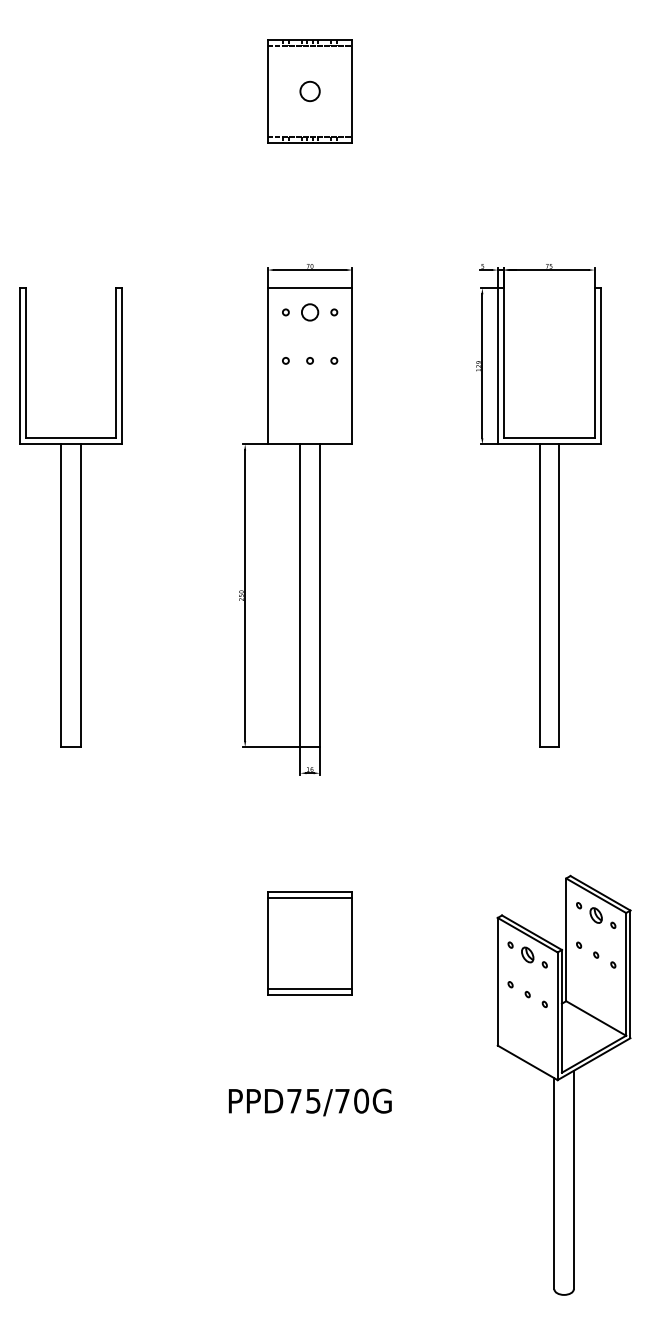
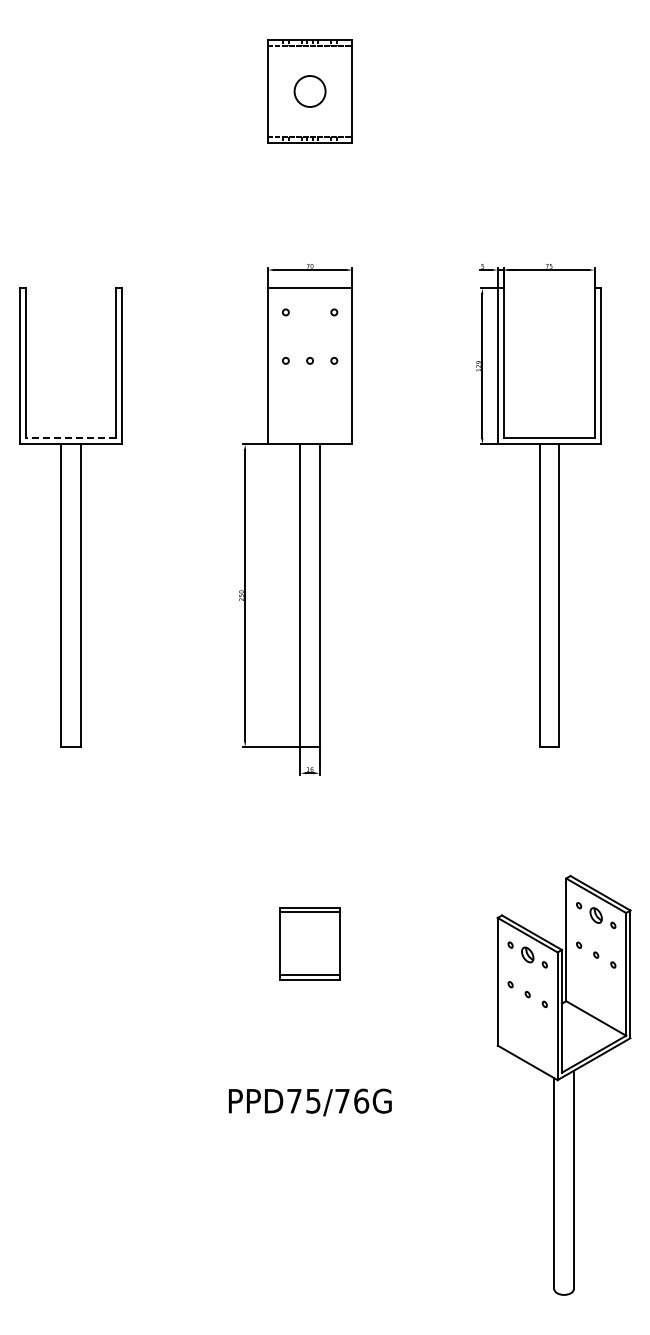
circle at (309, 91) diameter: 19 px -> 31 px
circle at (310, 312): present -> none
line at (70, 438): solid -> dashed
part at (309, 943) size: 86x105 px -> 62x74 px
text at (361, 1100): PPD75/70G -> PPD75/76G
